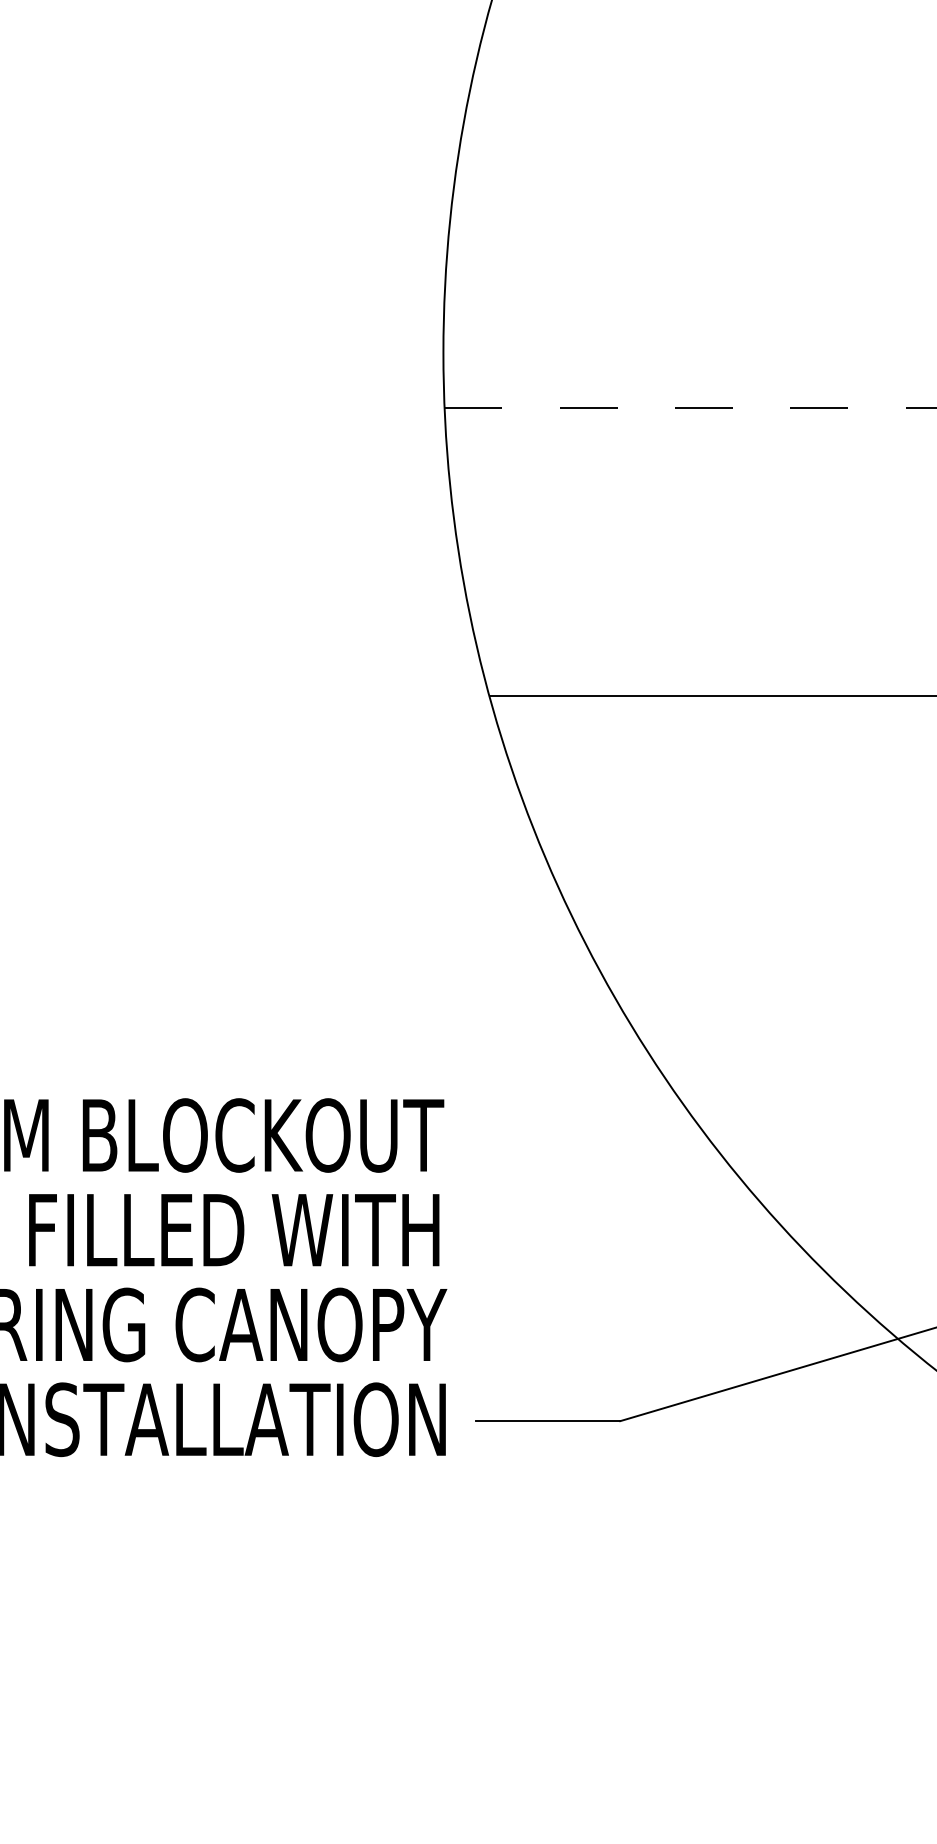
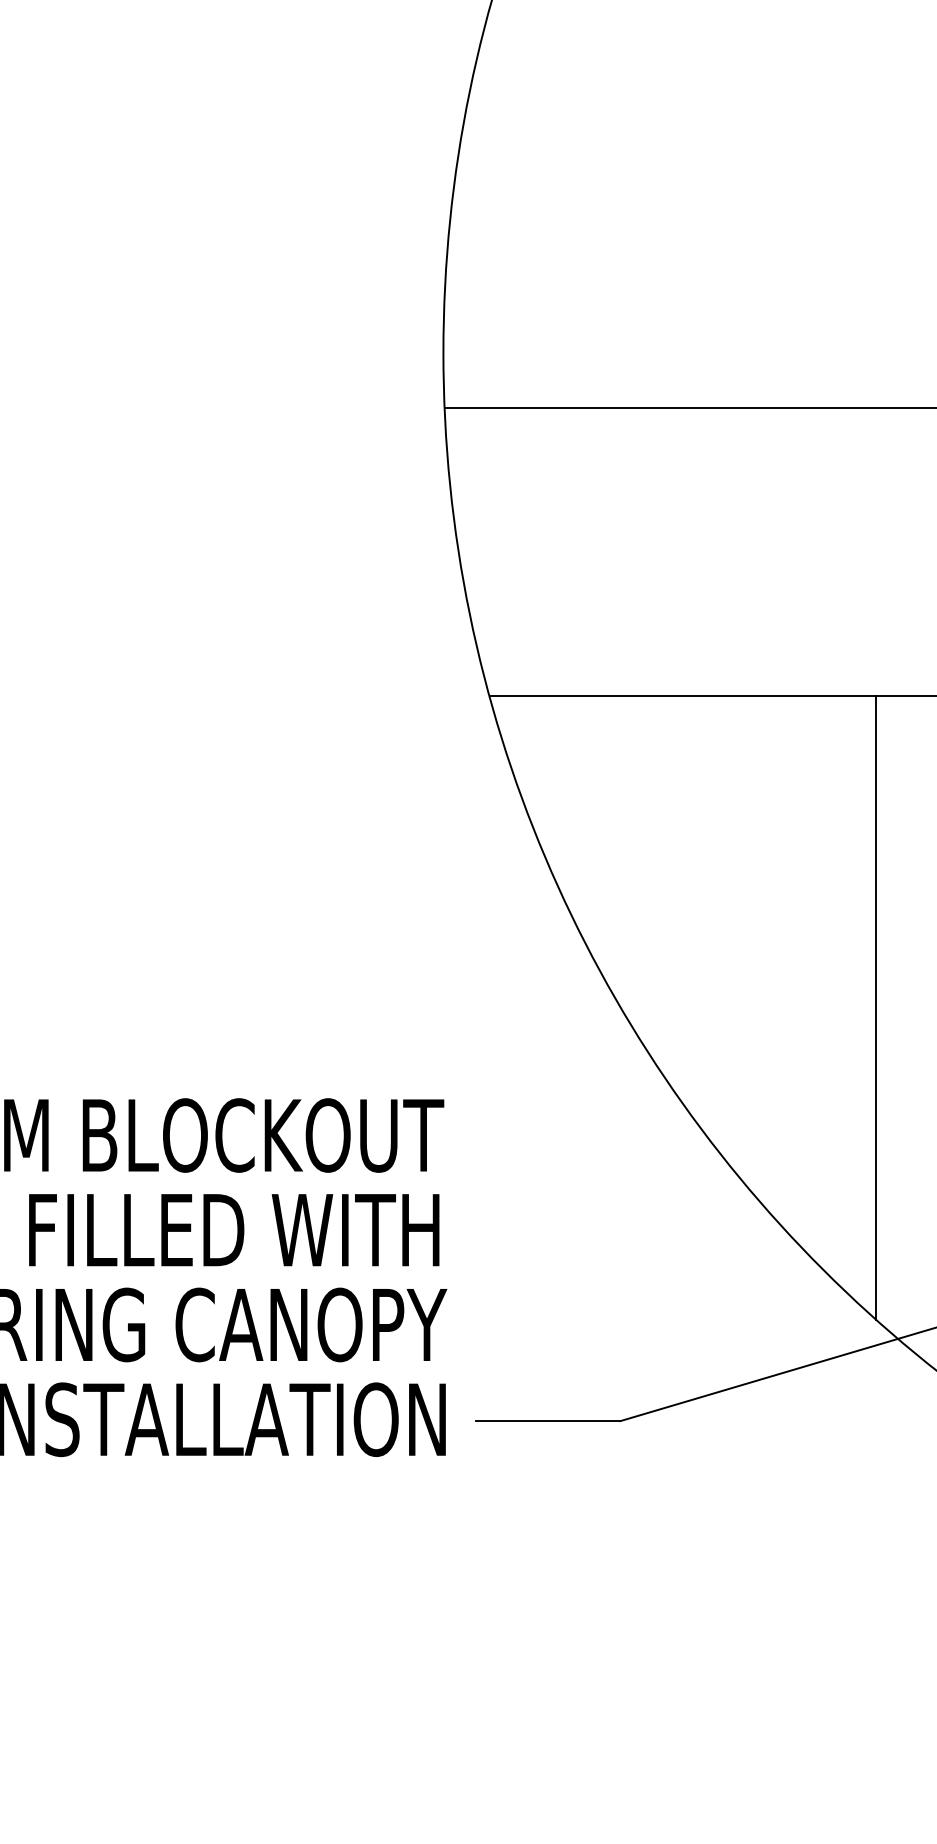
line at (690, 408): dashed -> solid
line at (875, 1007): none -> present
